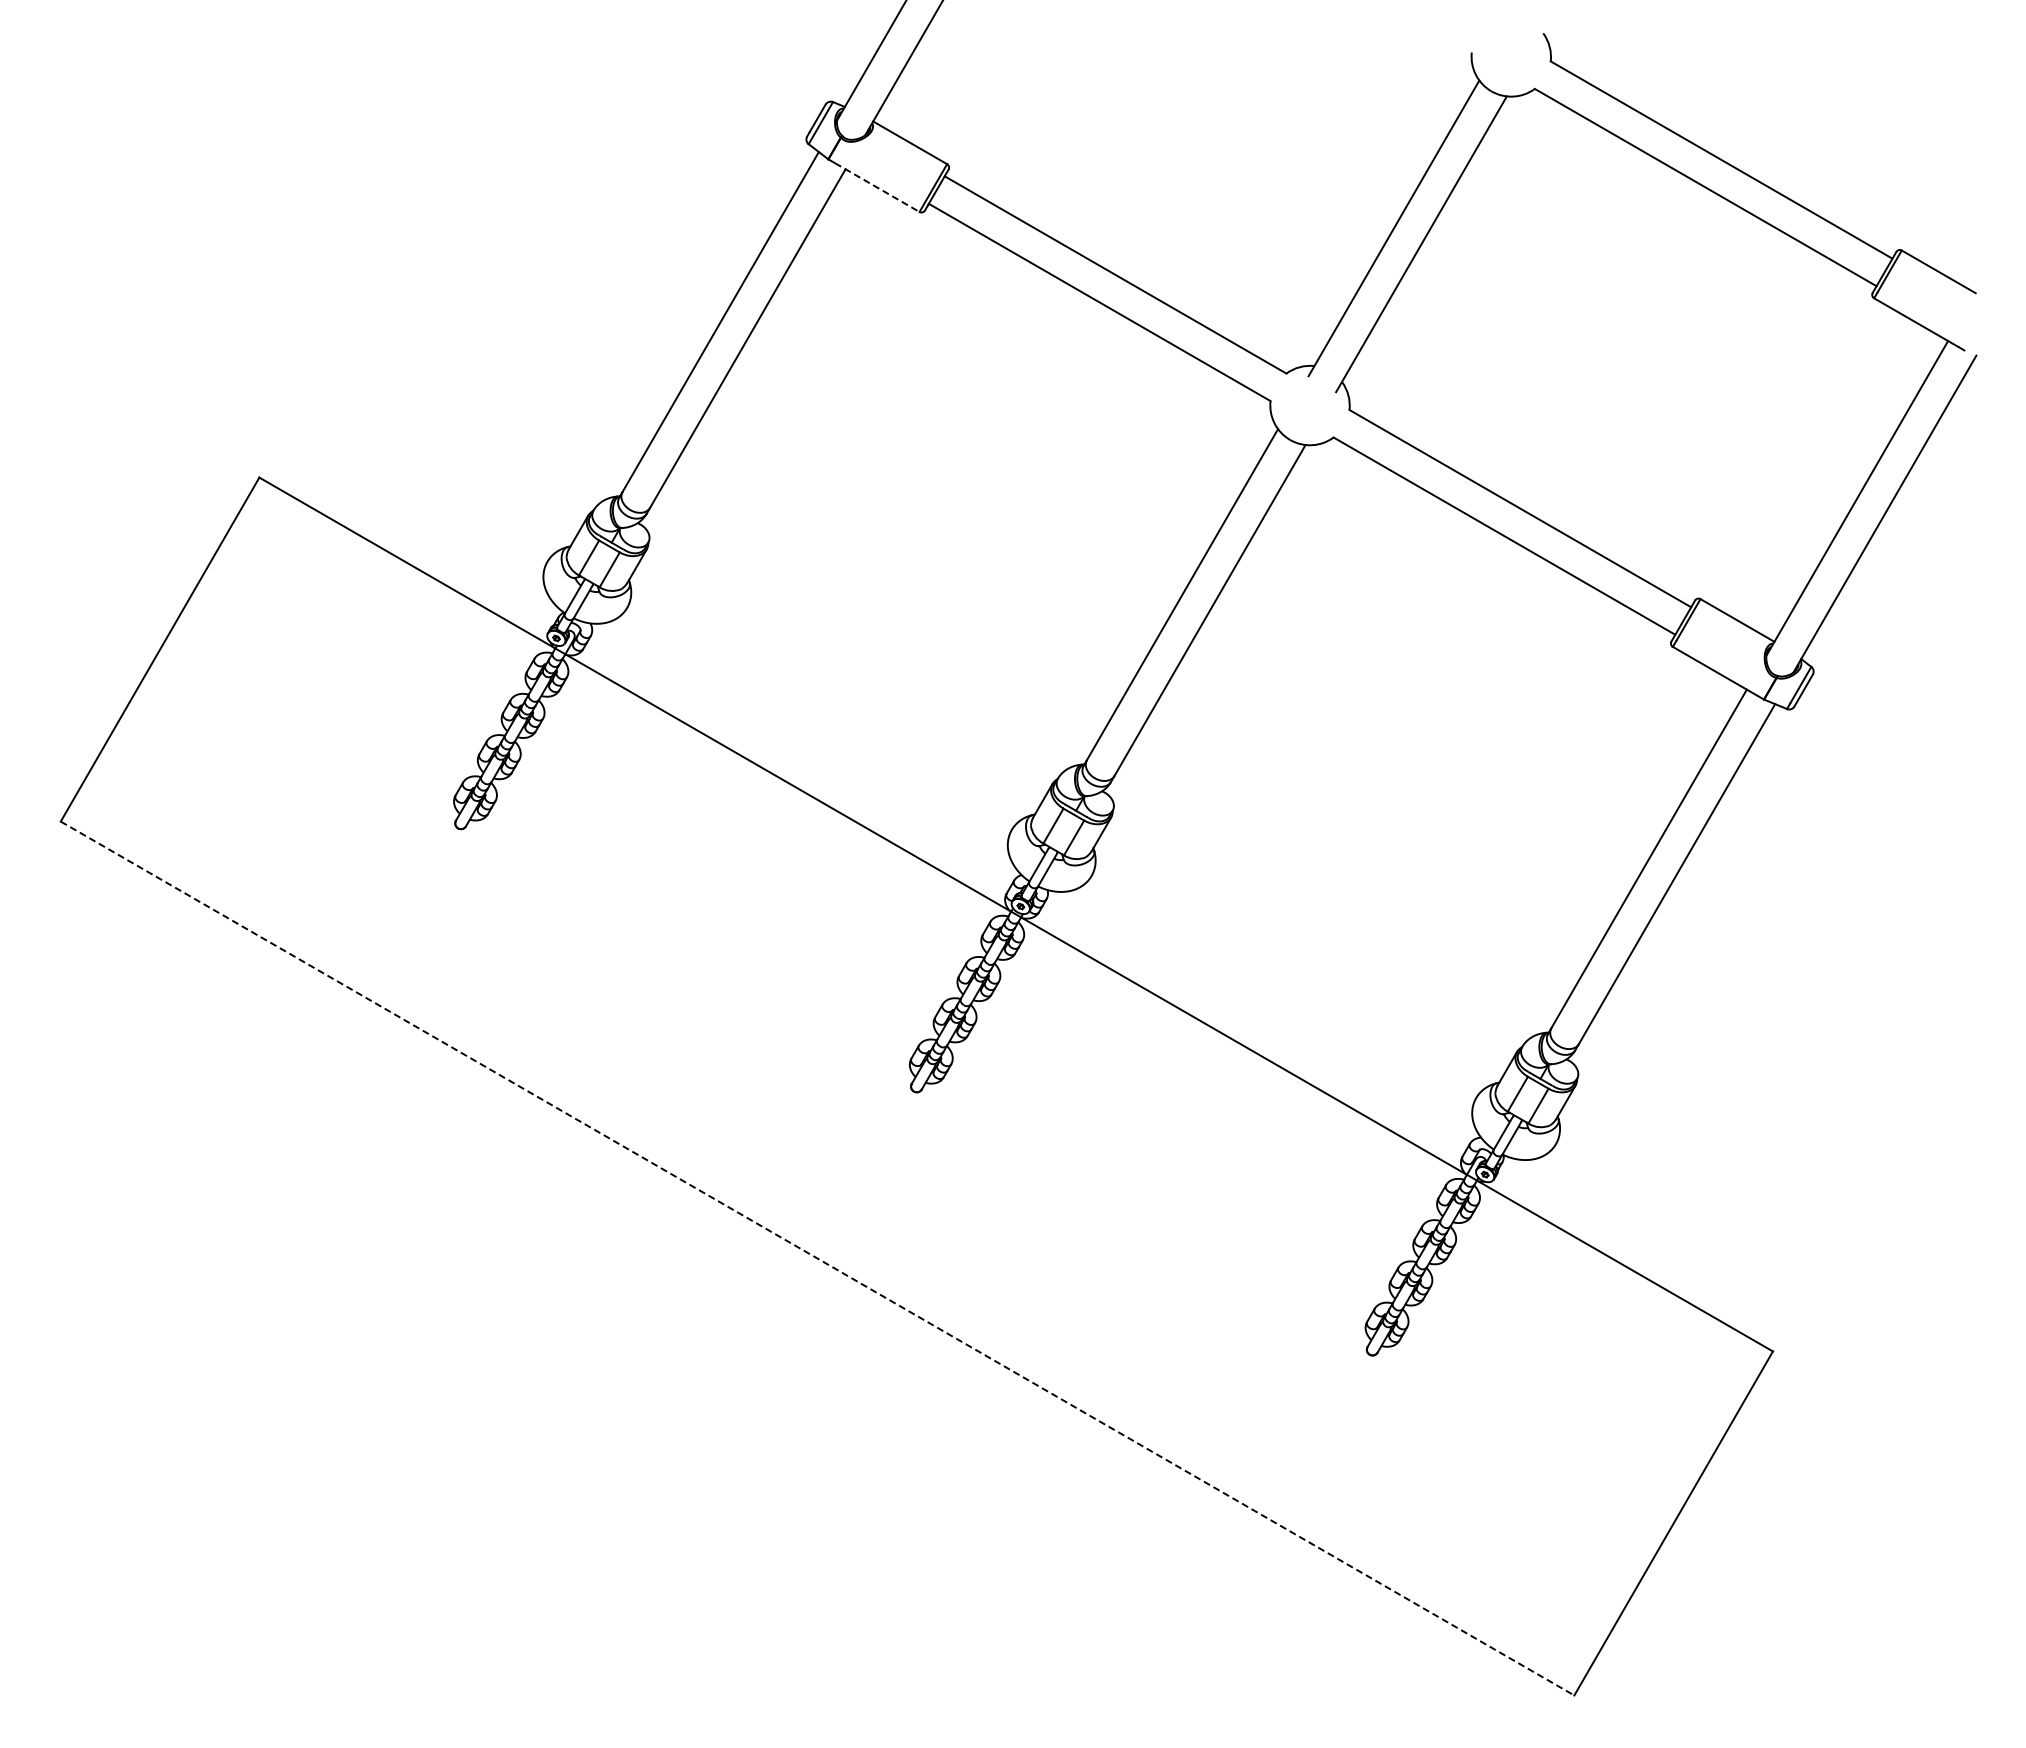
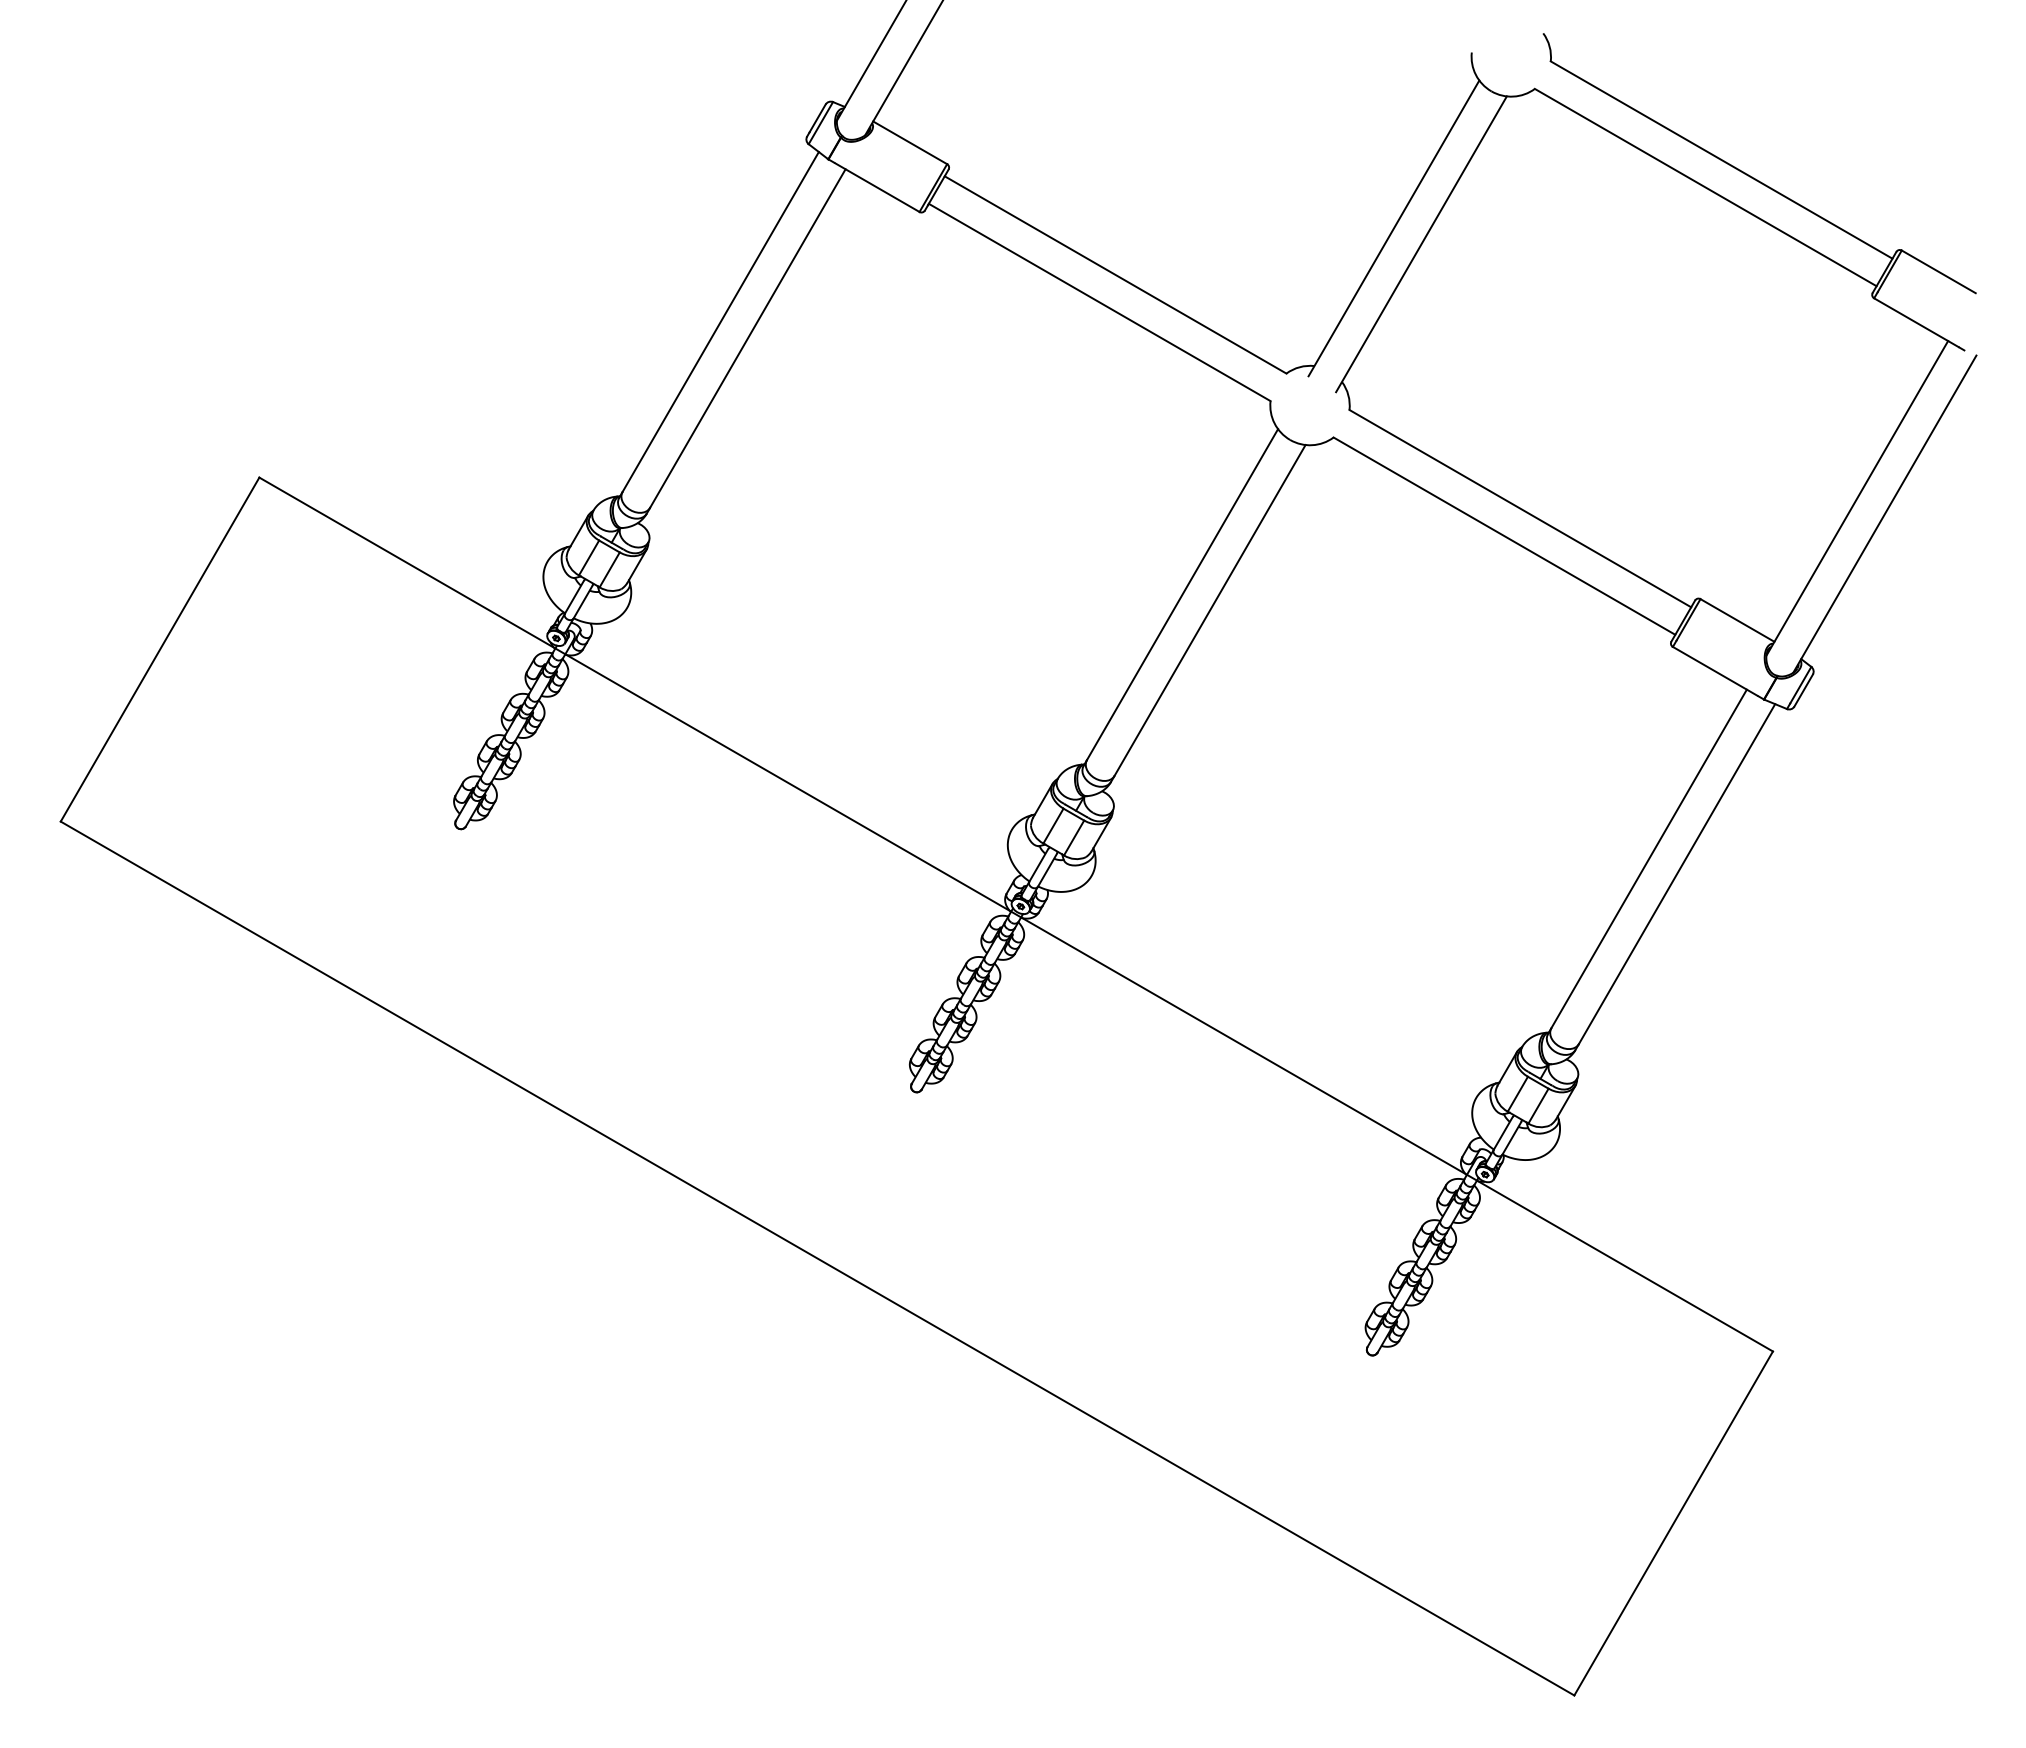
line at (877, 187): dashed -> solid
line at (817, 1258): dashed -> solid
